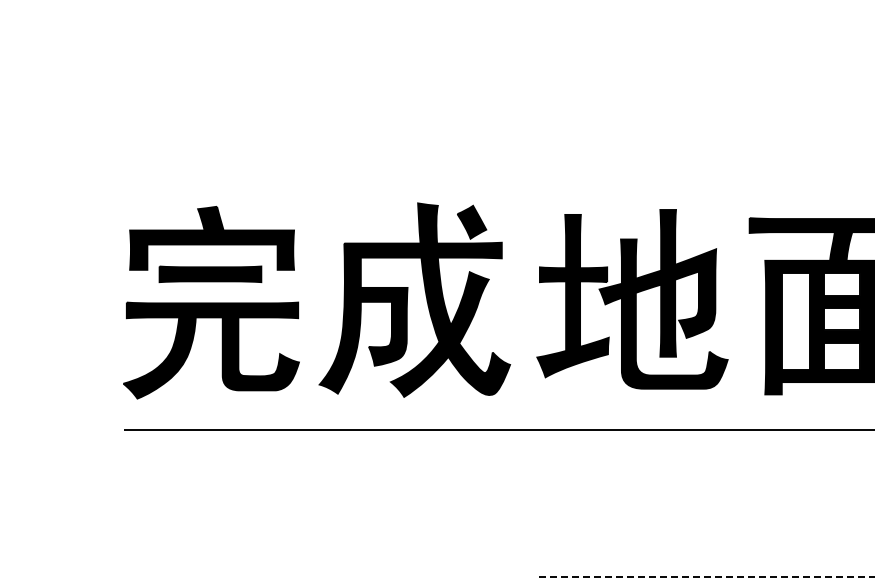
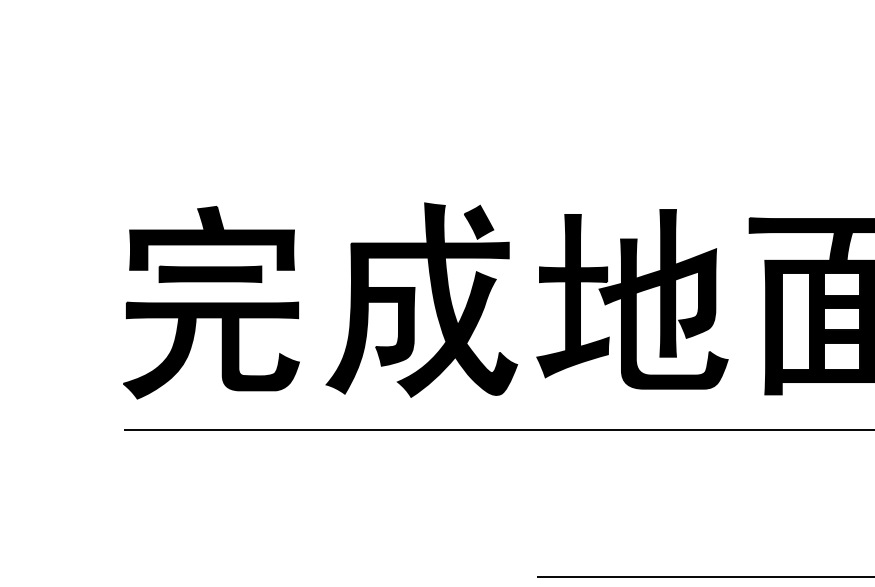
part at (407, 299) position: (407, 299) -> (414, 299)
line at (705, 577): dashed -> solid
